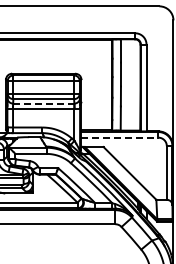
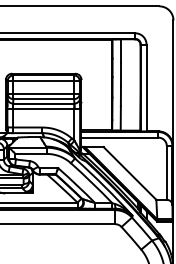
line at (43, 103): dashed -> solid
line at (119, 137): dashed -> solid
